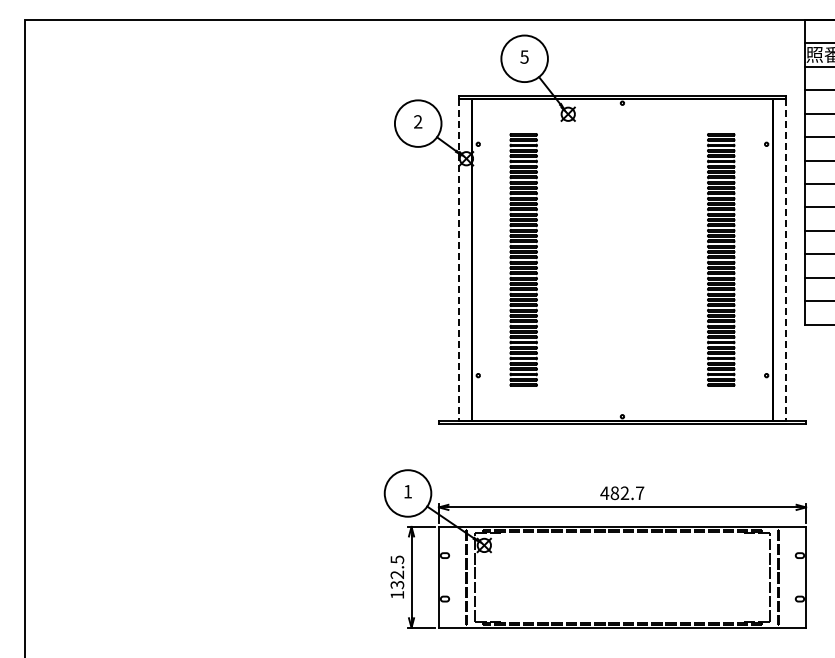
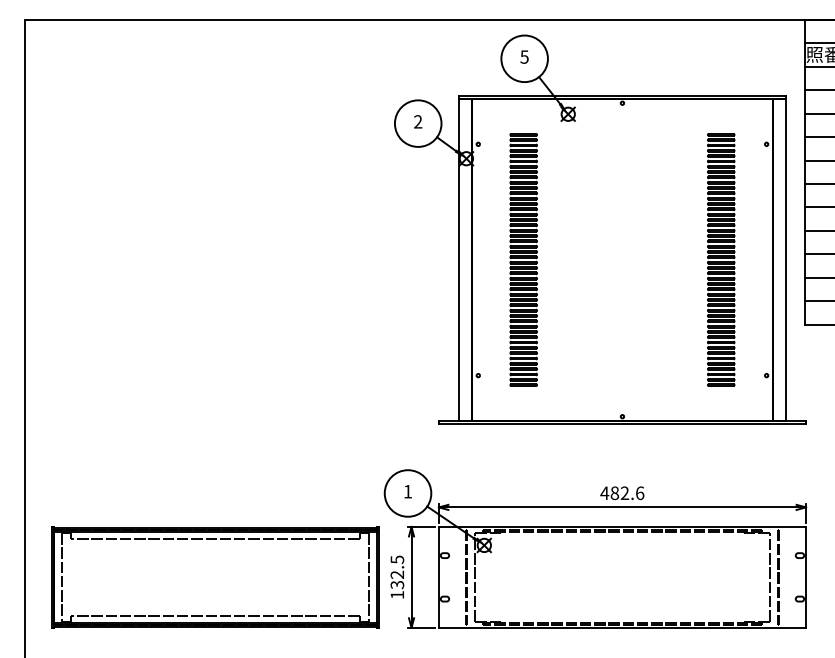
line at (459, 260): dashed -> solid
line at (785, 260): dashed -> solid
text at (640, 493): 482.7 -> 482.6
part at (215, 577): none -> present
